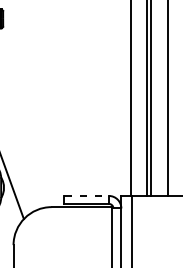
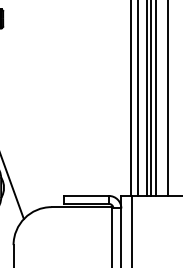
line at (138, 99): none -> present
line at (155, 99): none -> present
line at (87, 195): dashed -> solid
